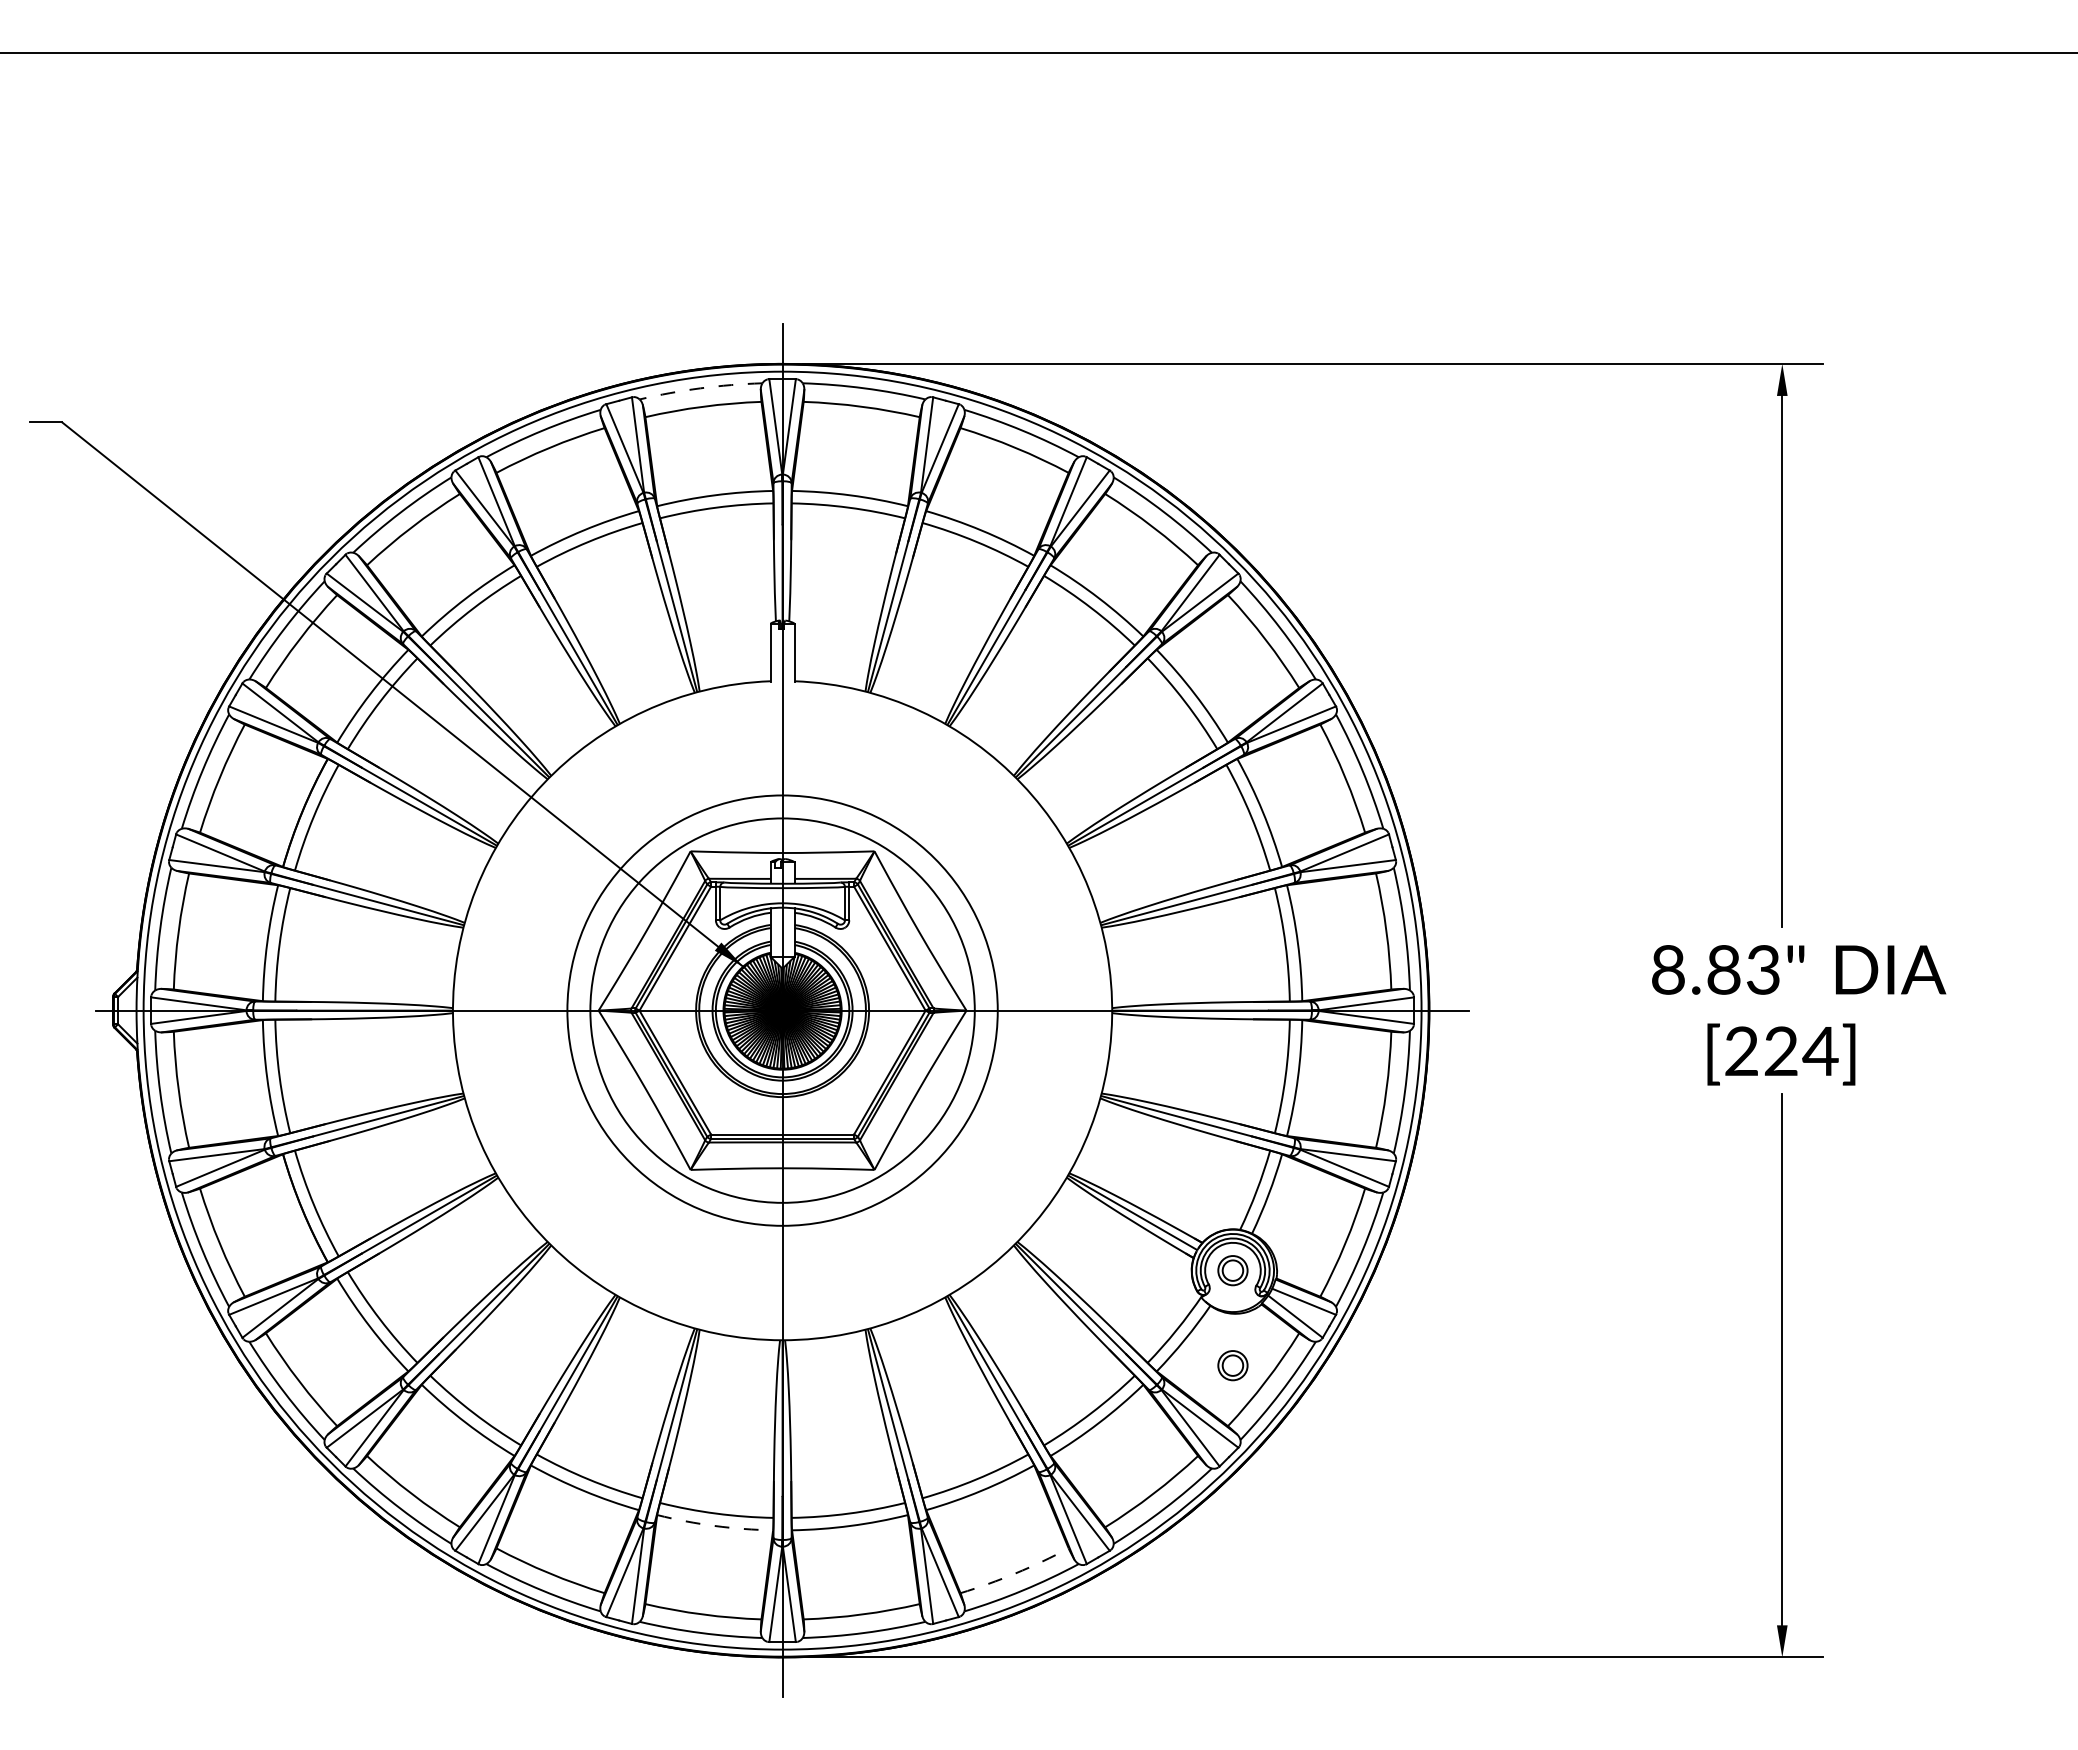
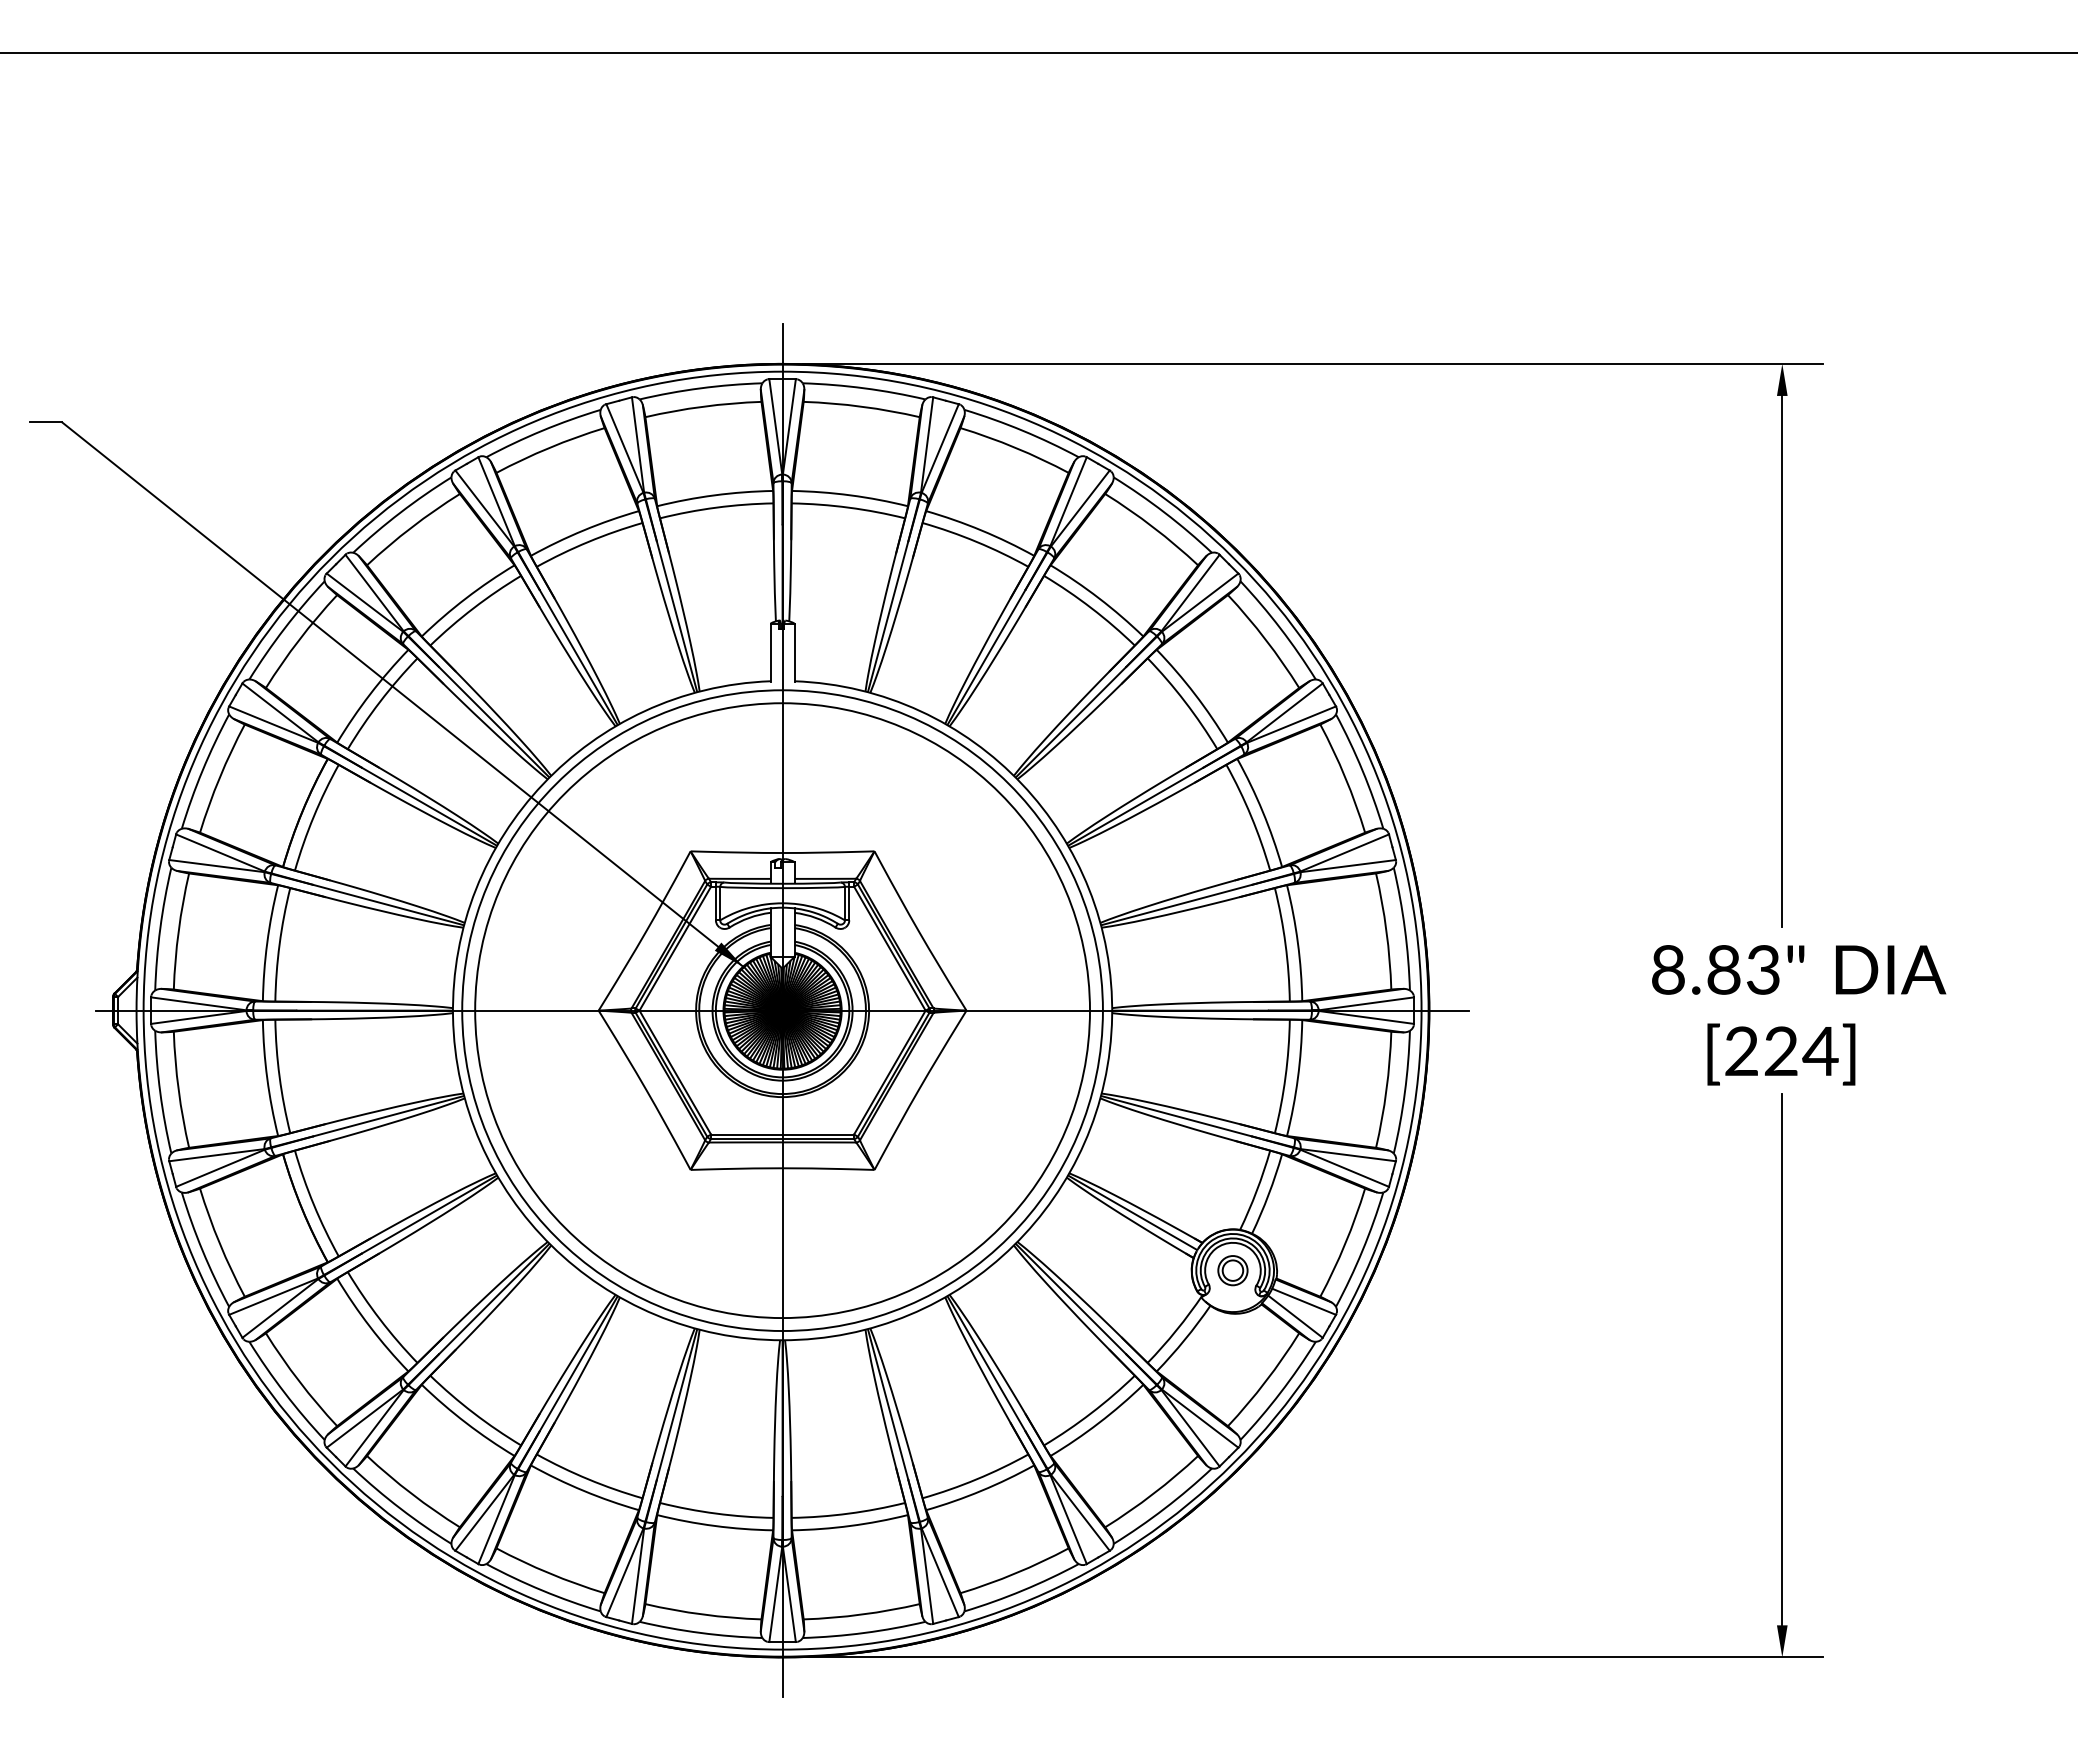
arc at (700, 388): dashed -> solid
circle at (782, 1010) diameter: 384 px -> 641 px
circle at (782, 1010) diameter: 430 px -> 615 px
part at (1232, 1365): present -> none
arc at (714, 1525): dashed -> solid
arc at (1015, 1573): dashed -> solid
